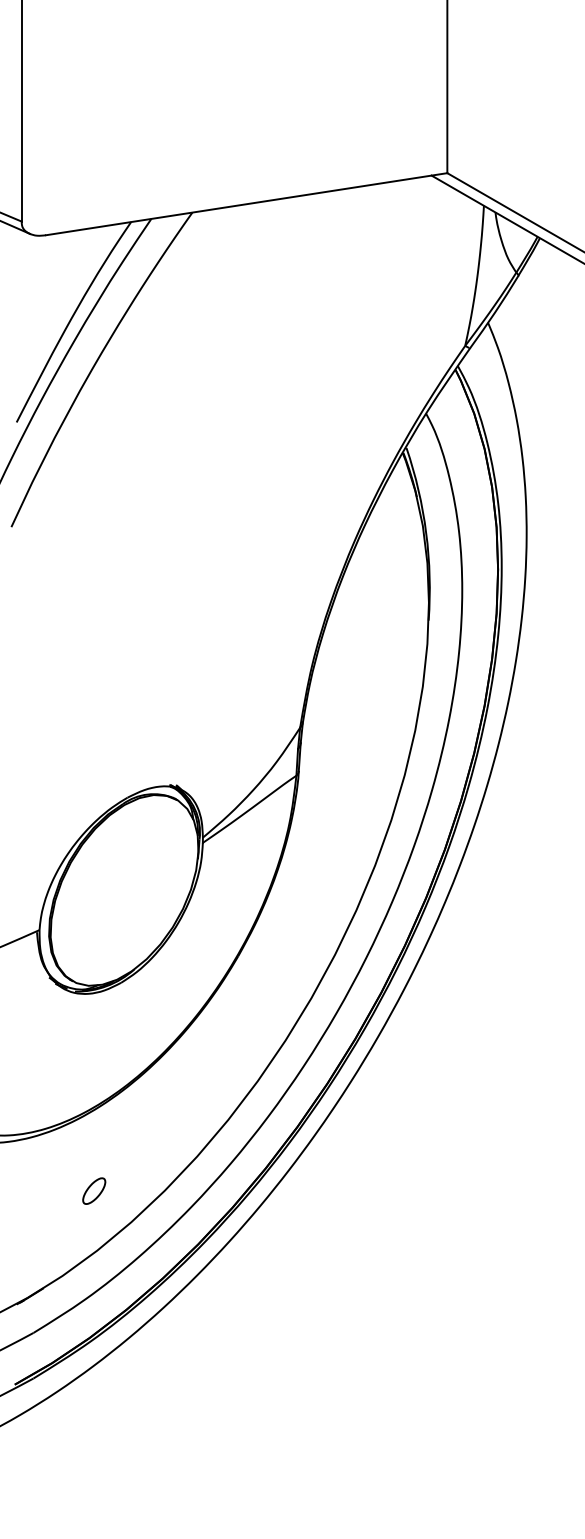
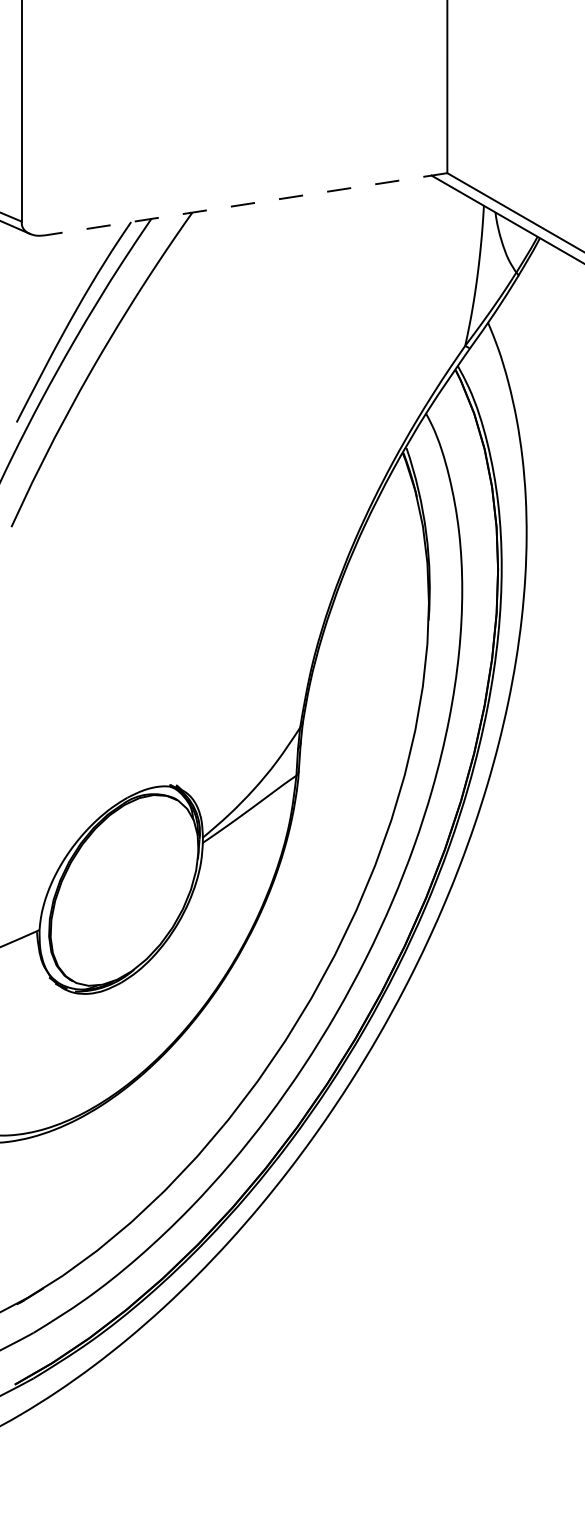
line at (246, 204): solid -> dashed
part at (94, 1190): present -> none
